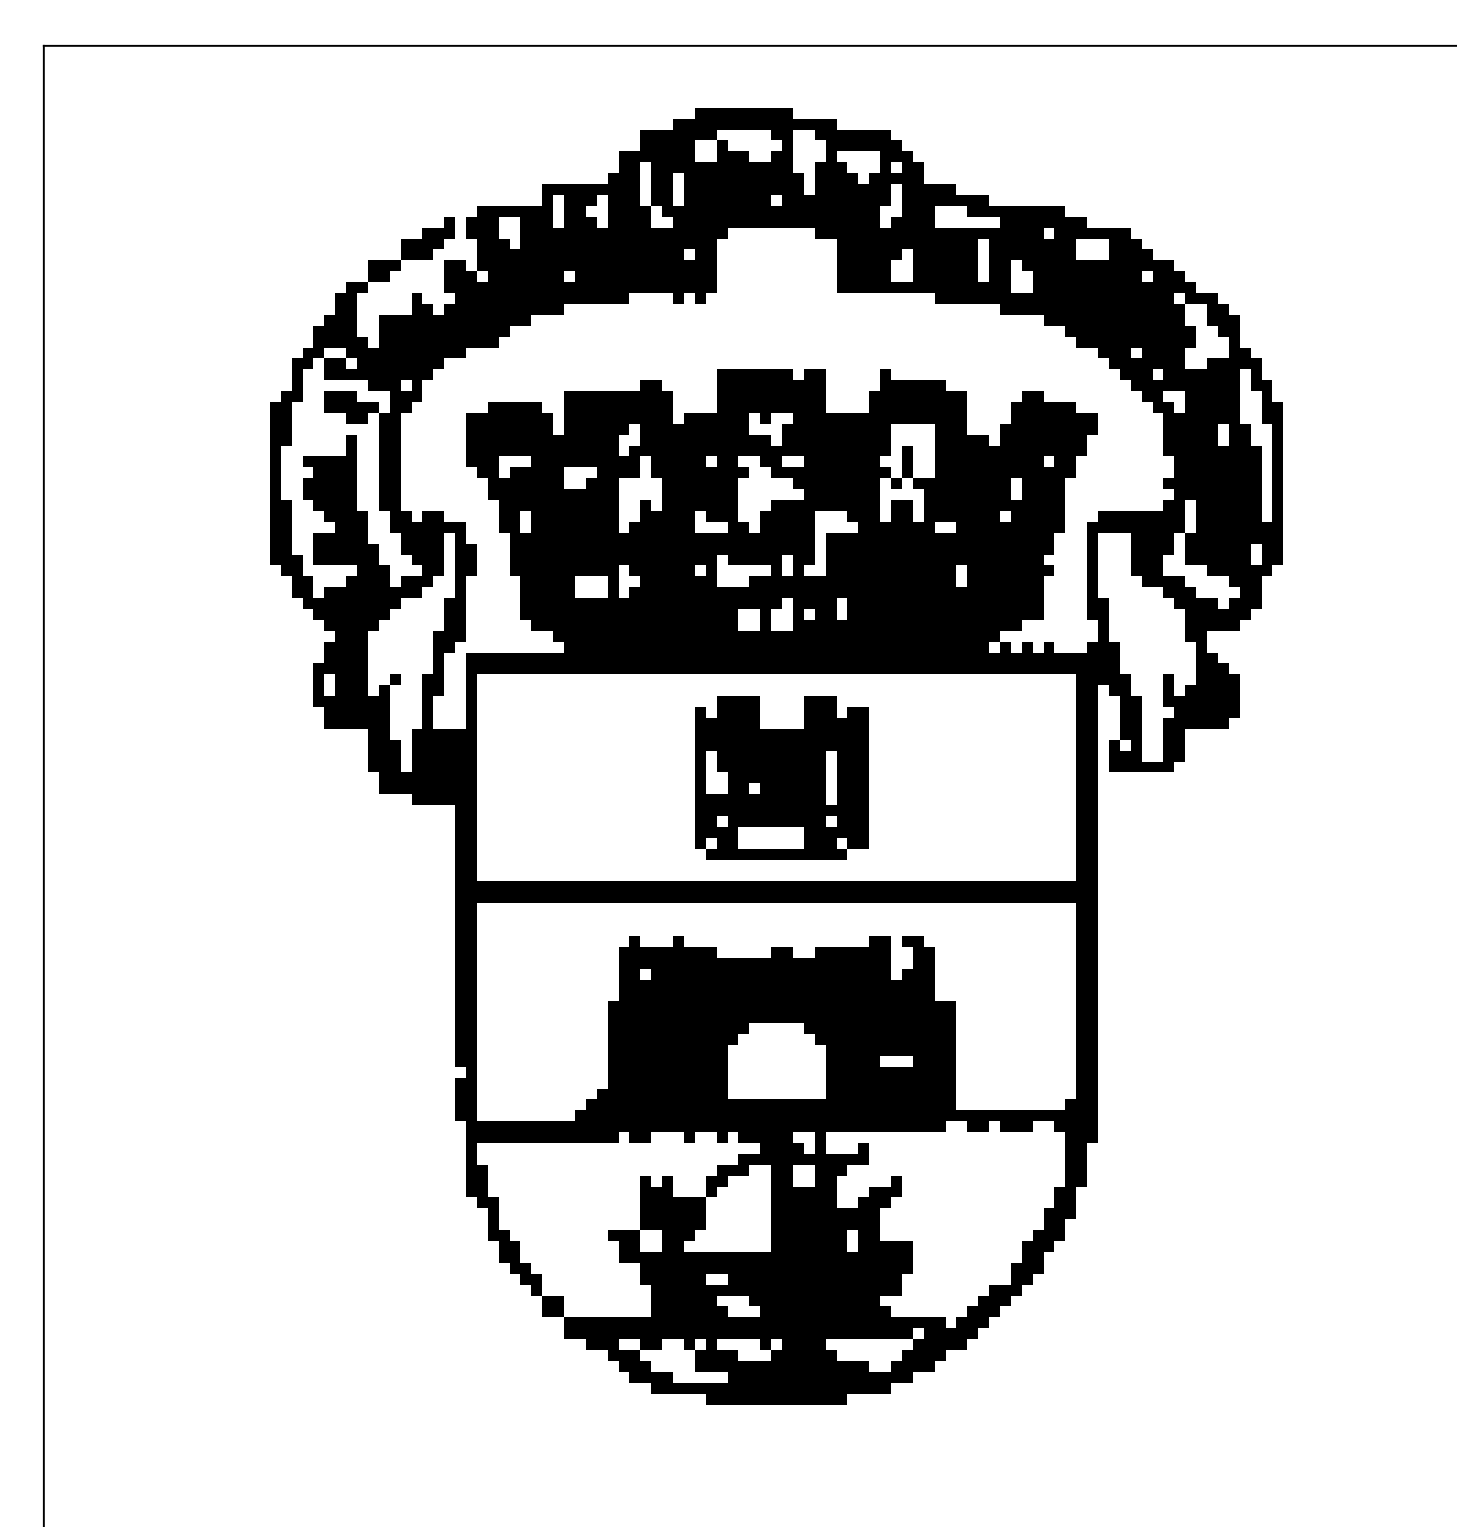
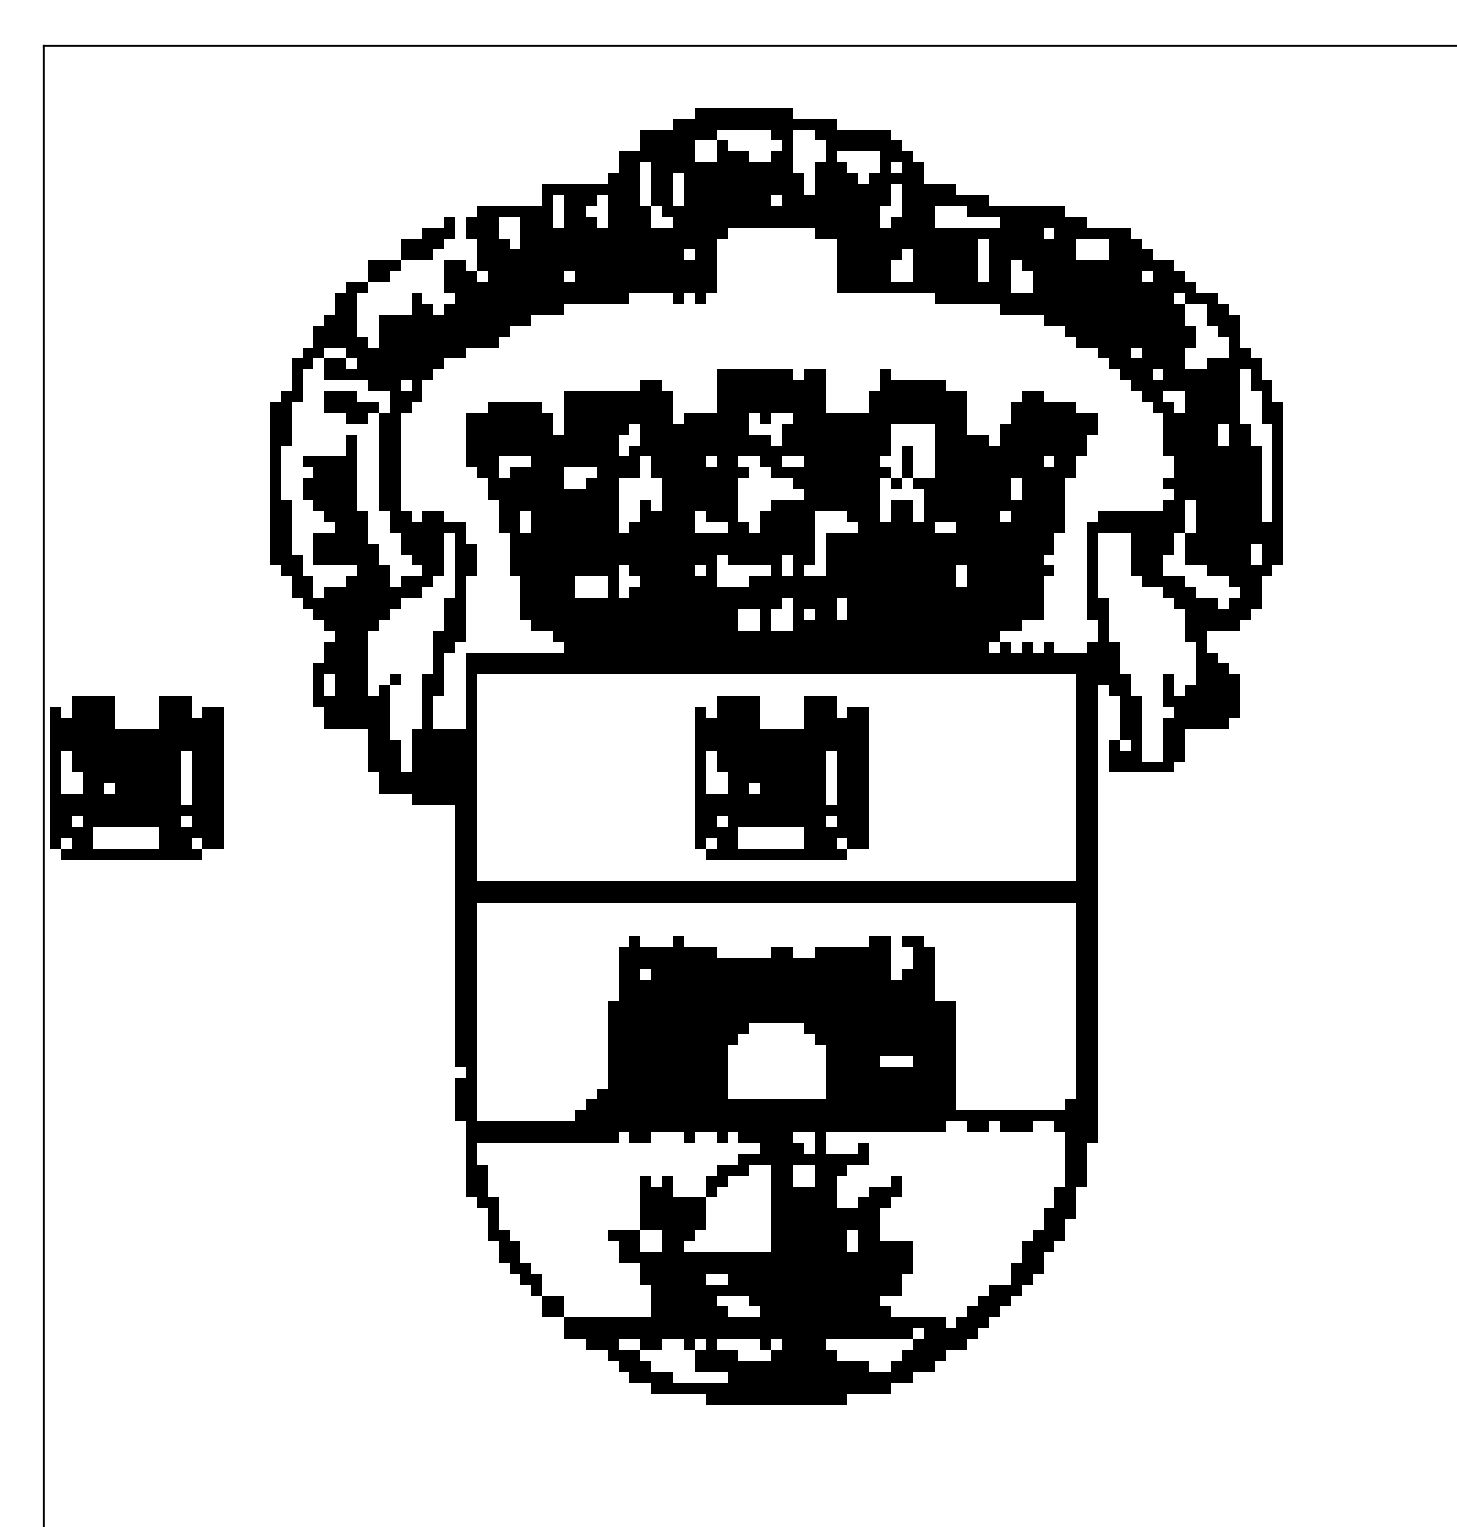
part at (136, 777): none -> present
